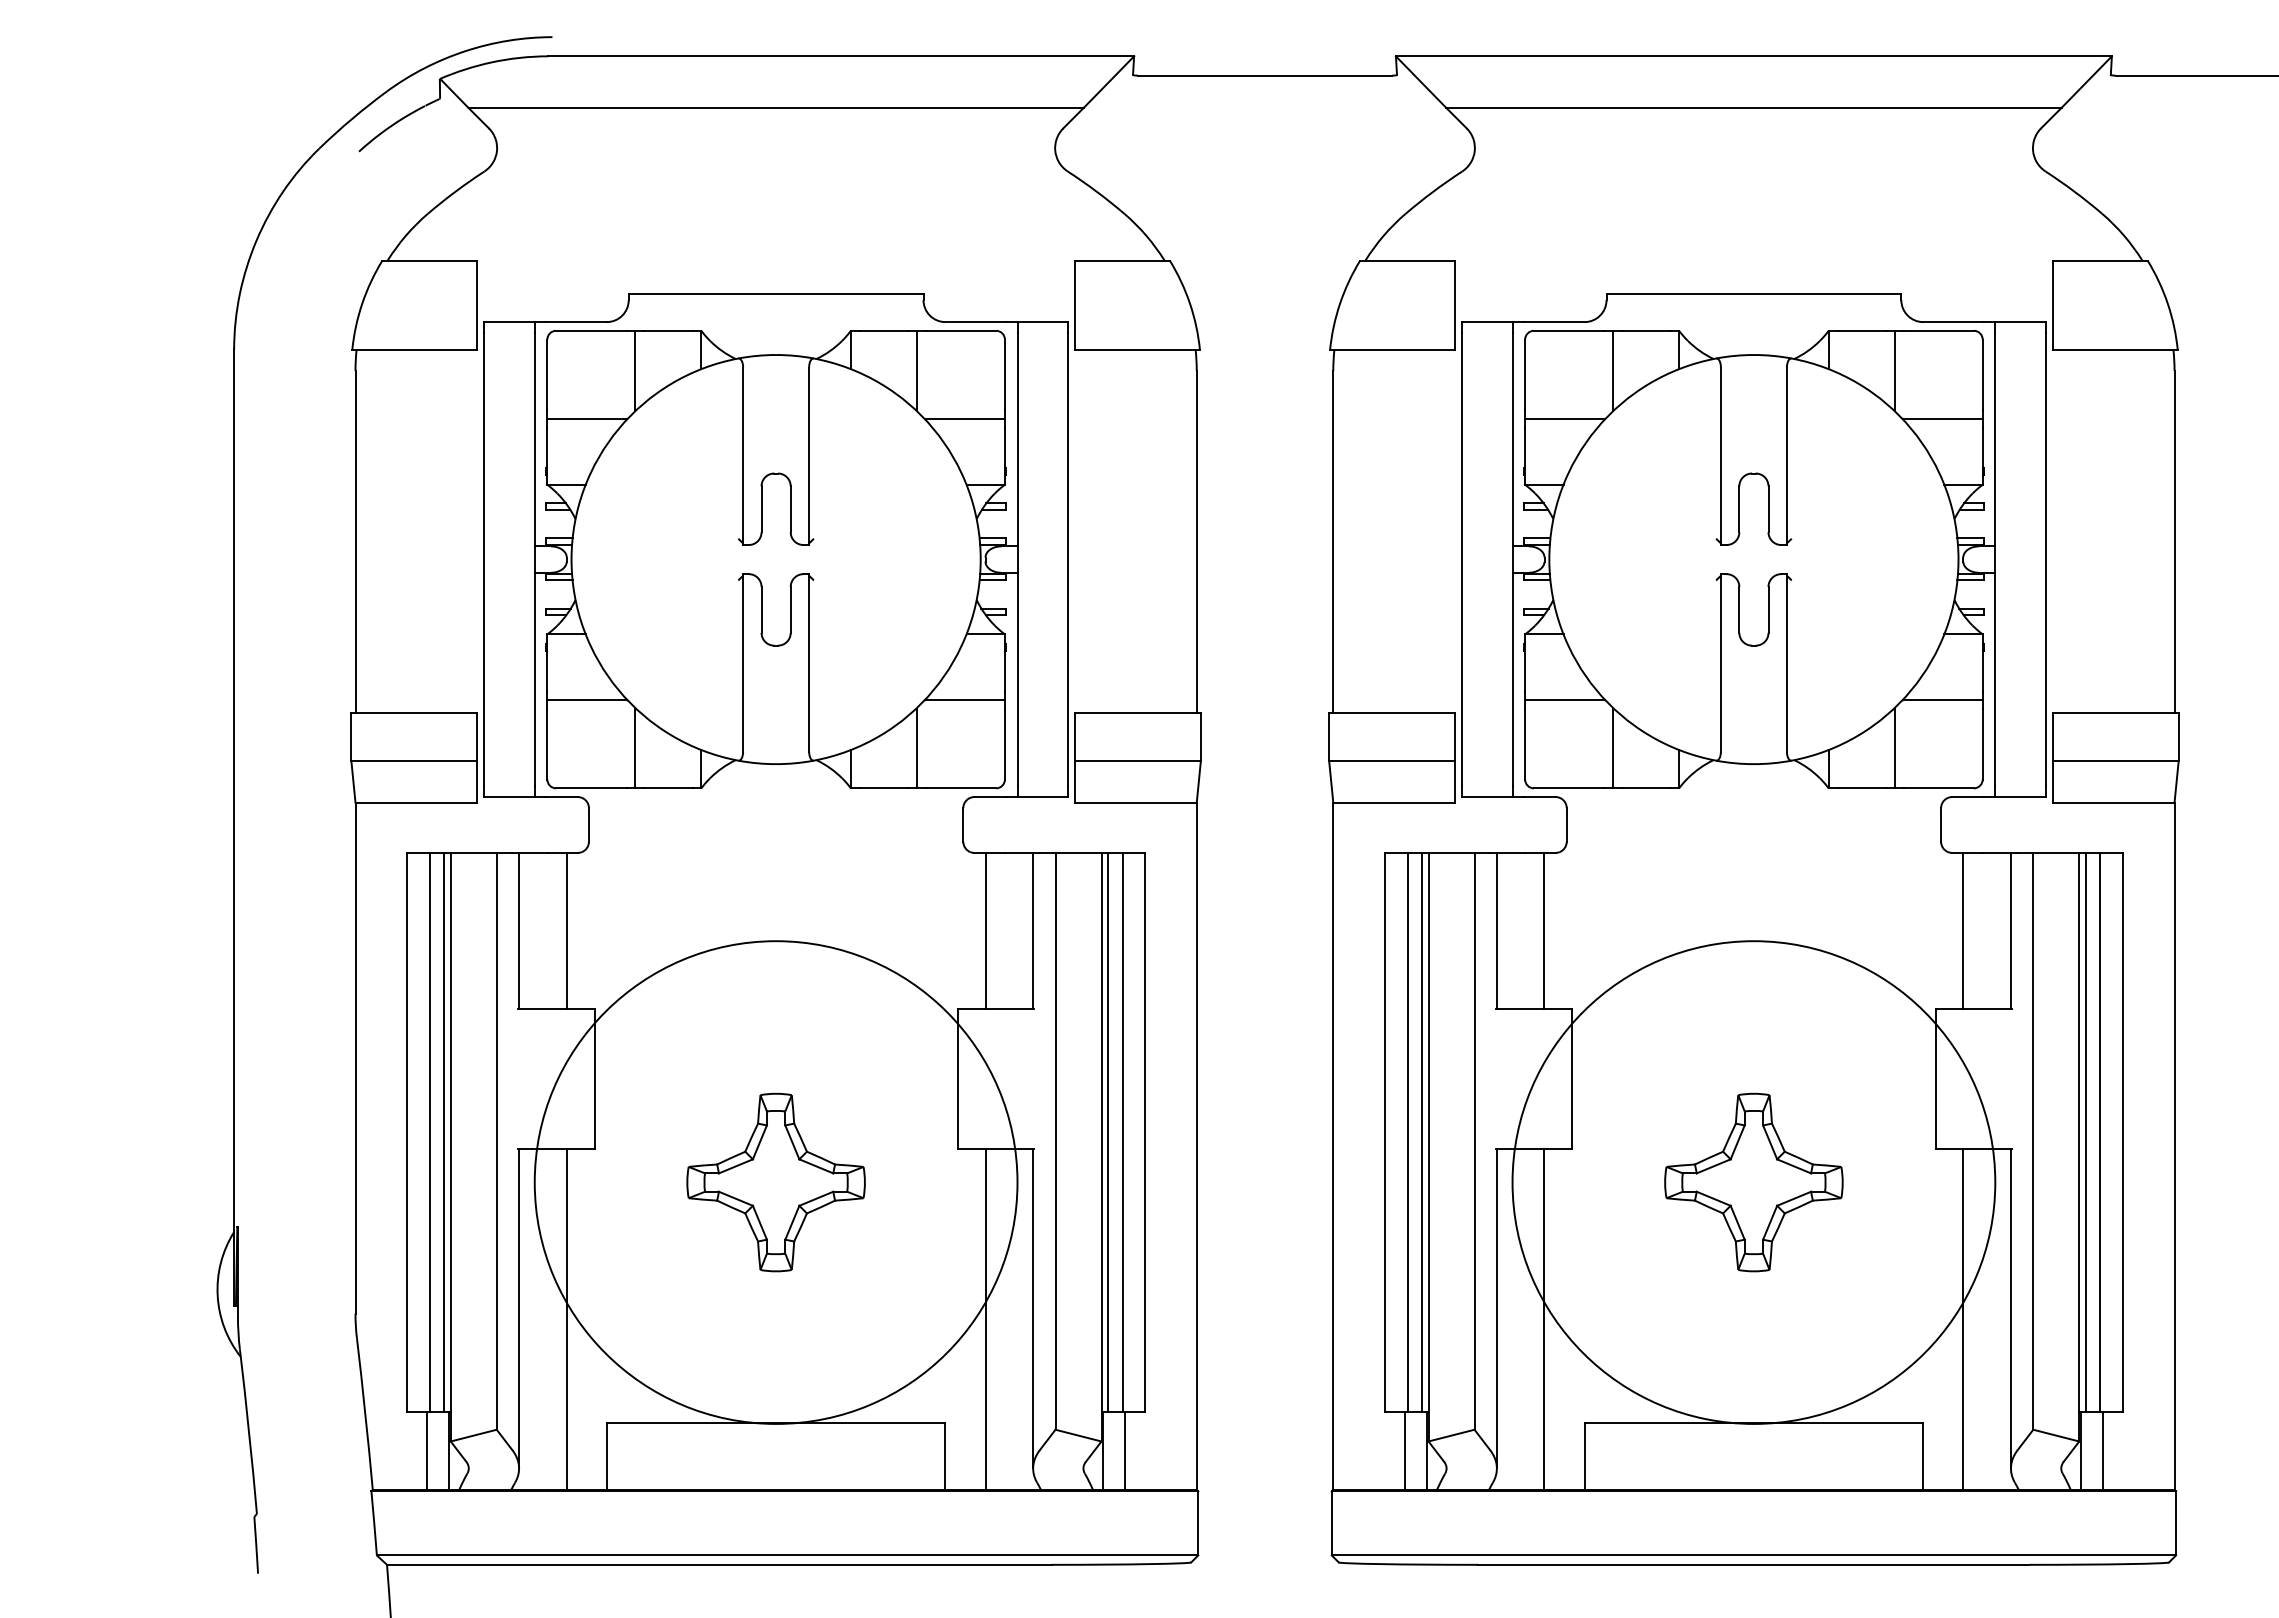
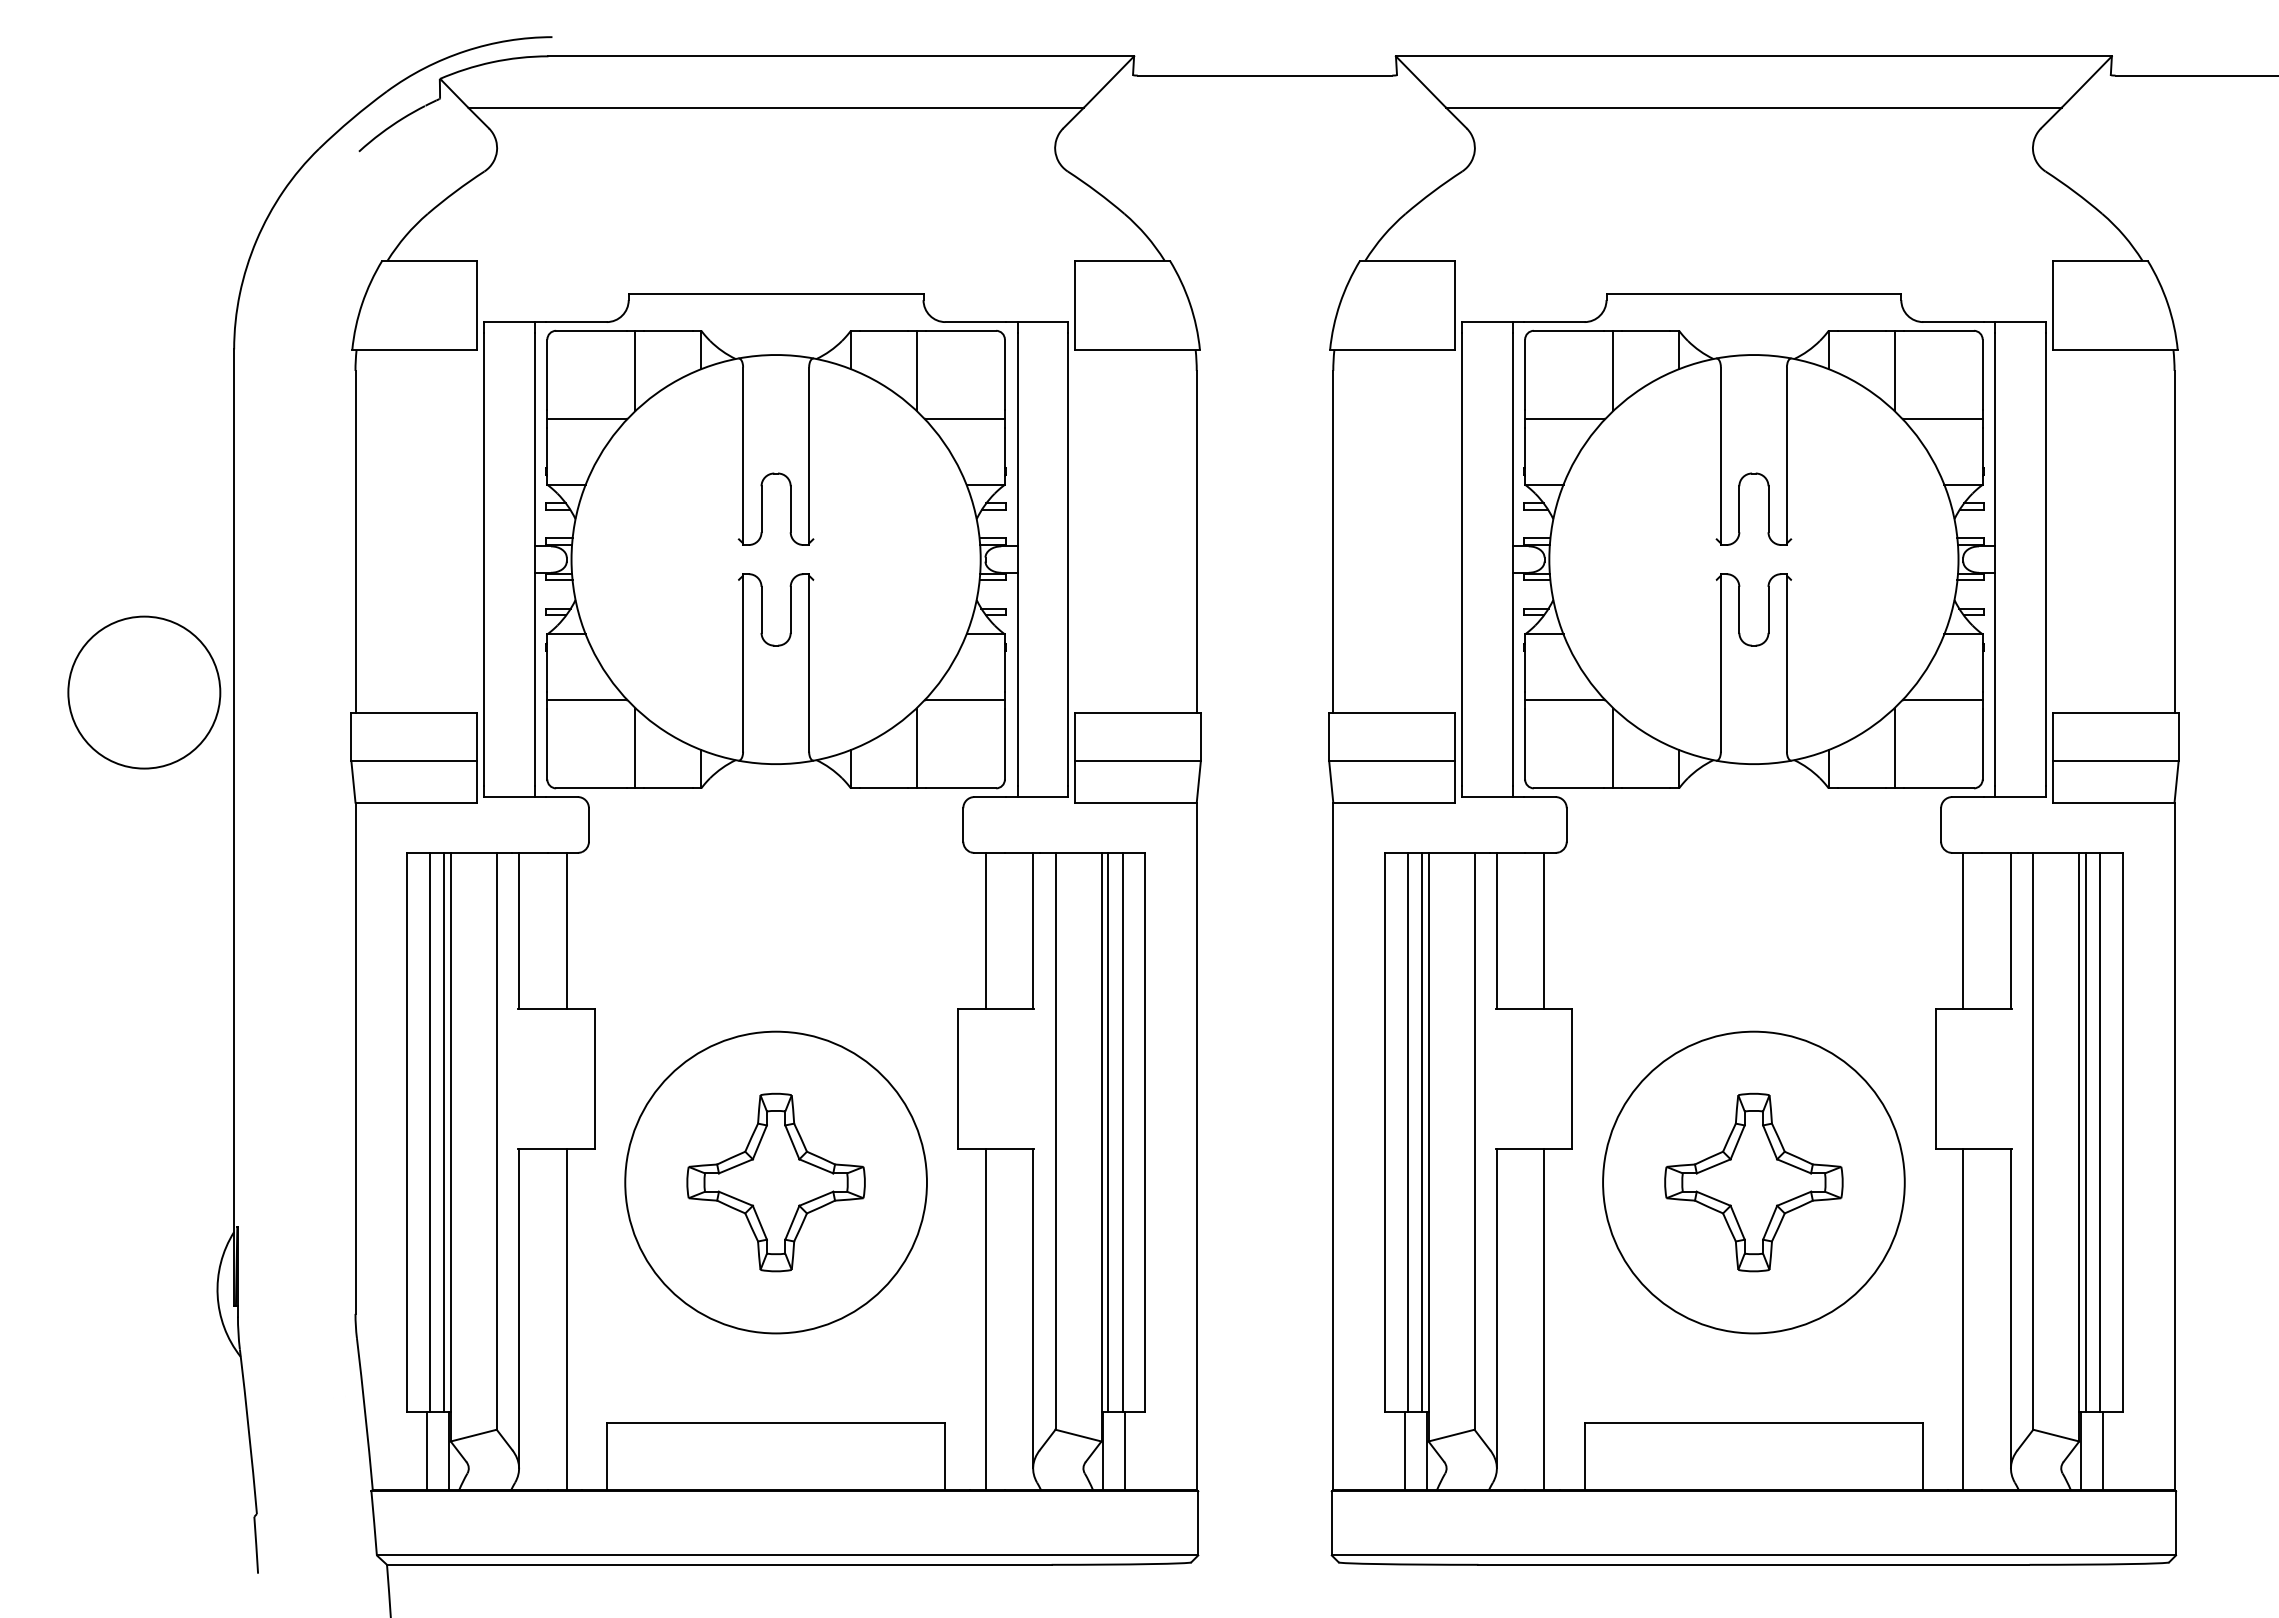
circle at (144, 692): none -> present
circle at (775, 1182) diameter: 483 px -> 302 px
circle at (1753, 1182) diameter: 483 px -> 302 px
